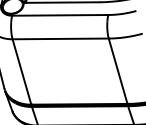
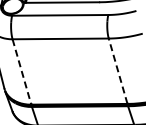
line at (21, 71): solid -> dashed
line at (118, 71): solid -> dashed
